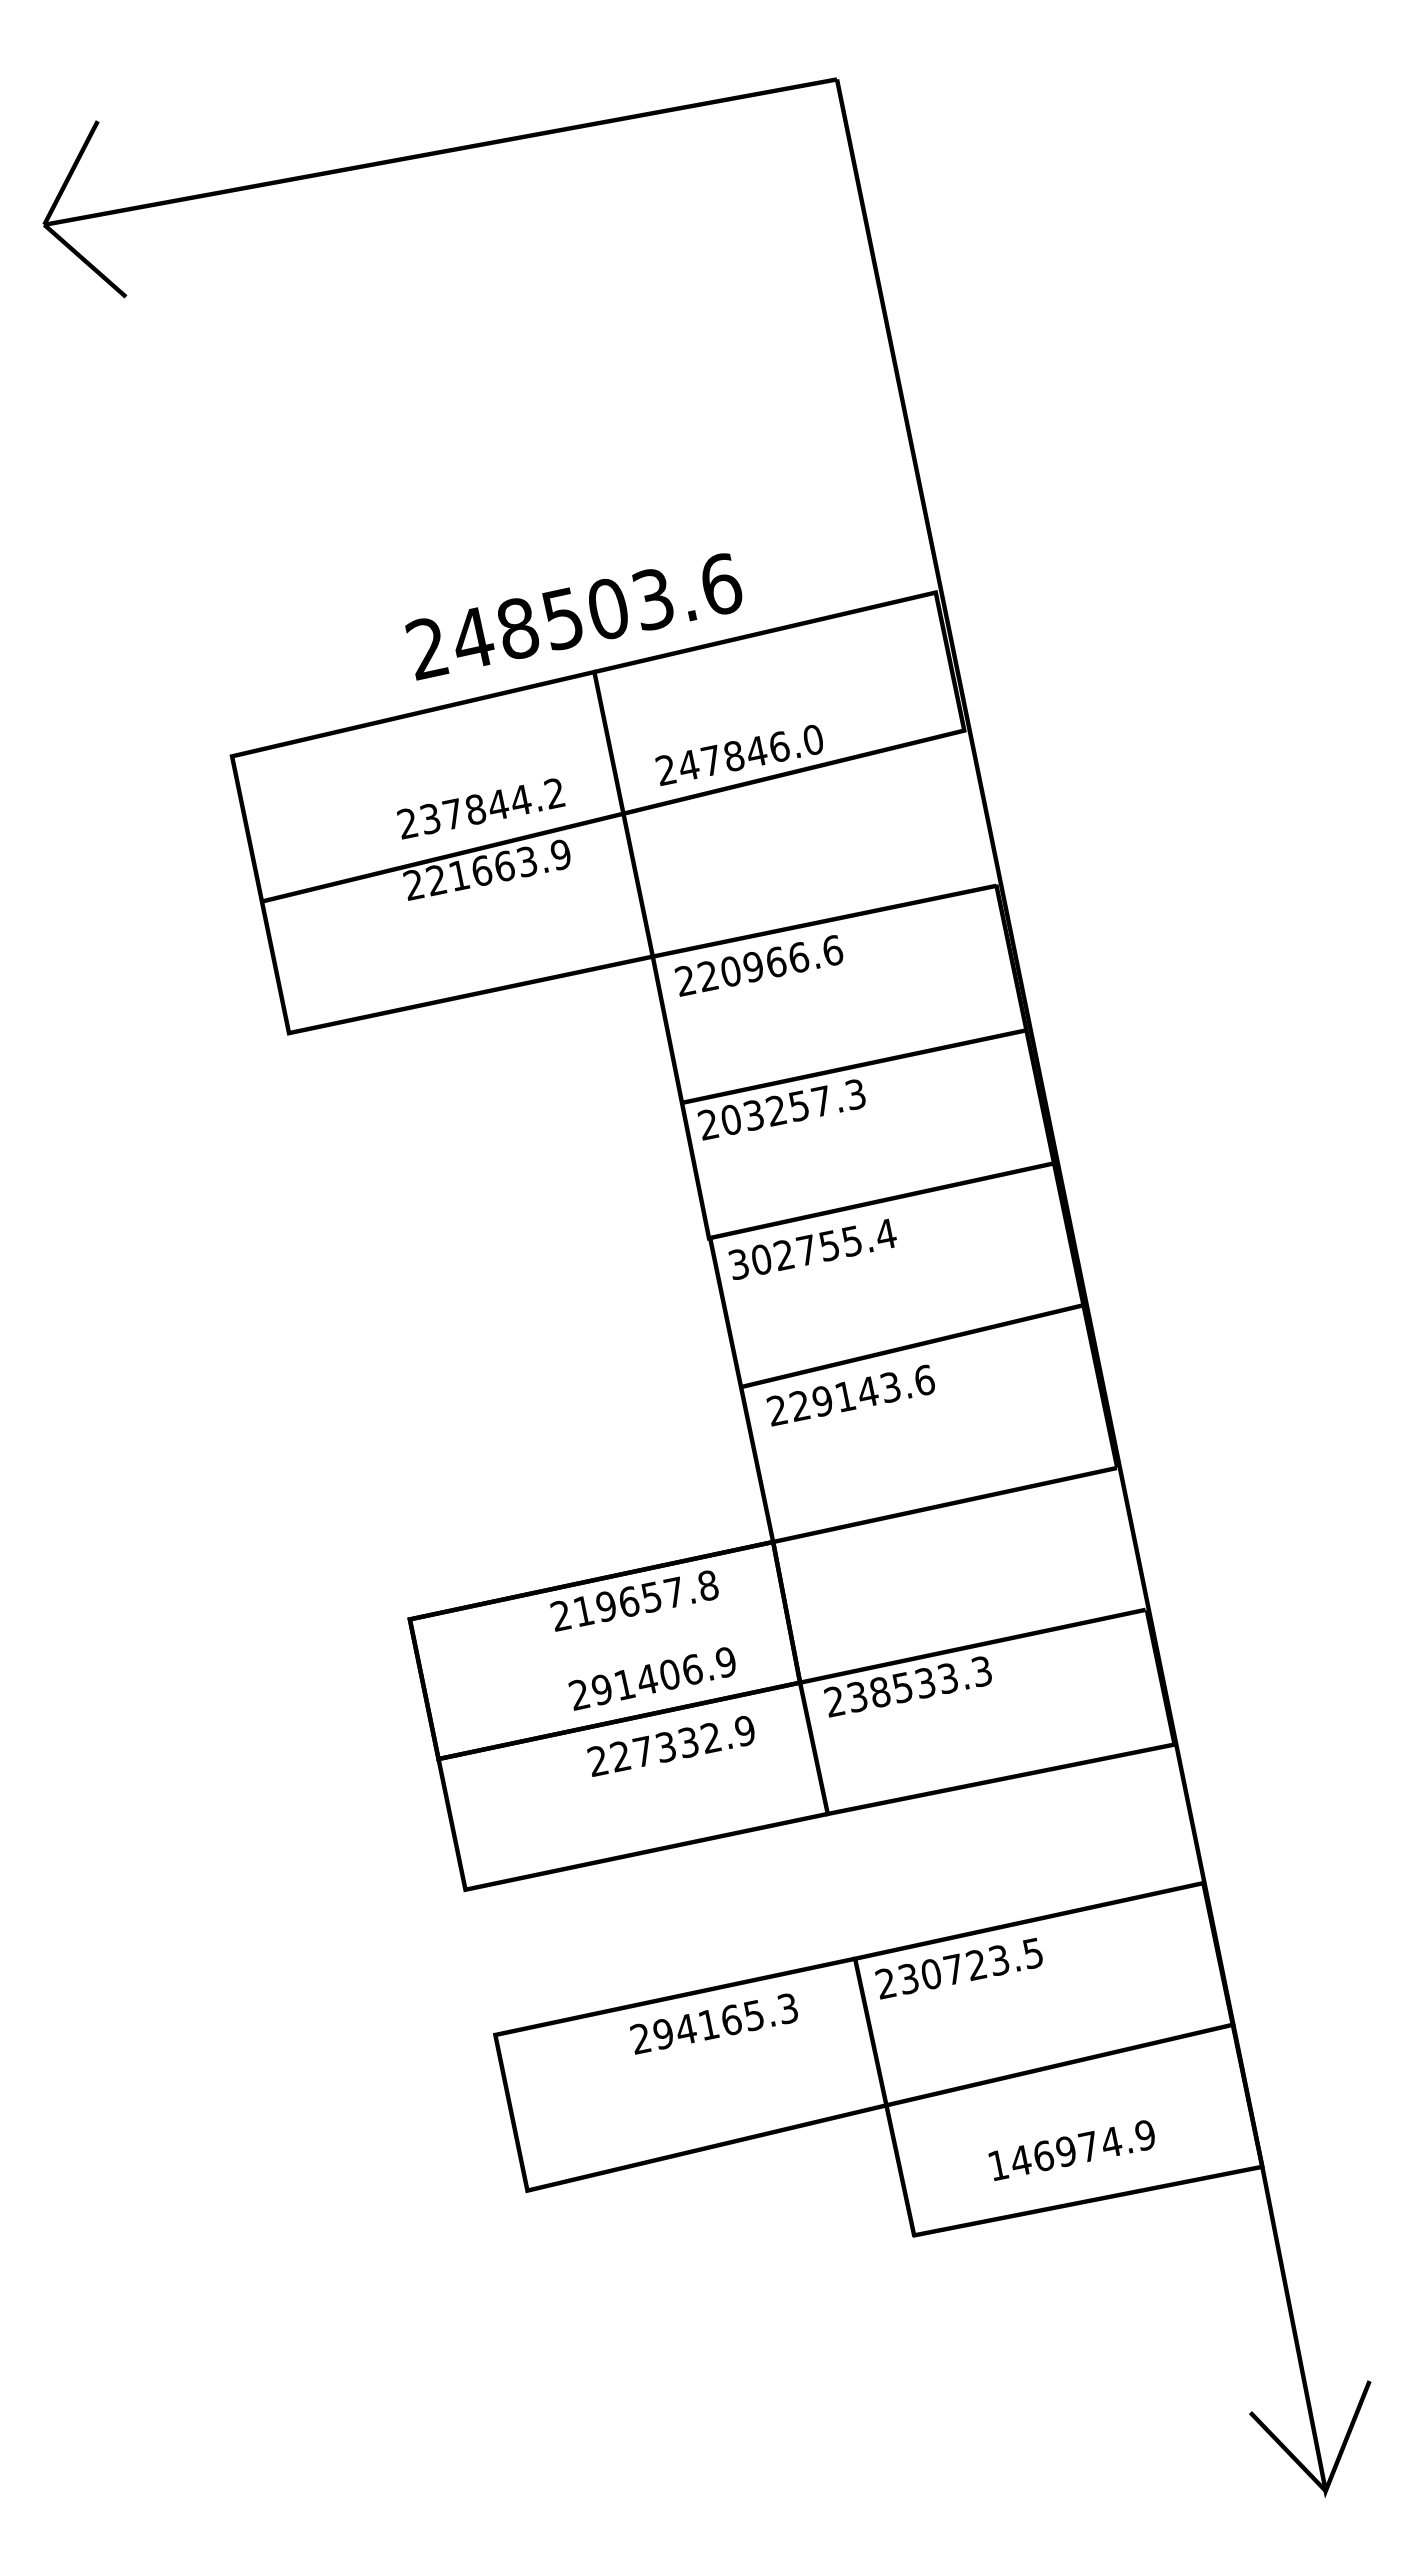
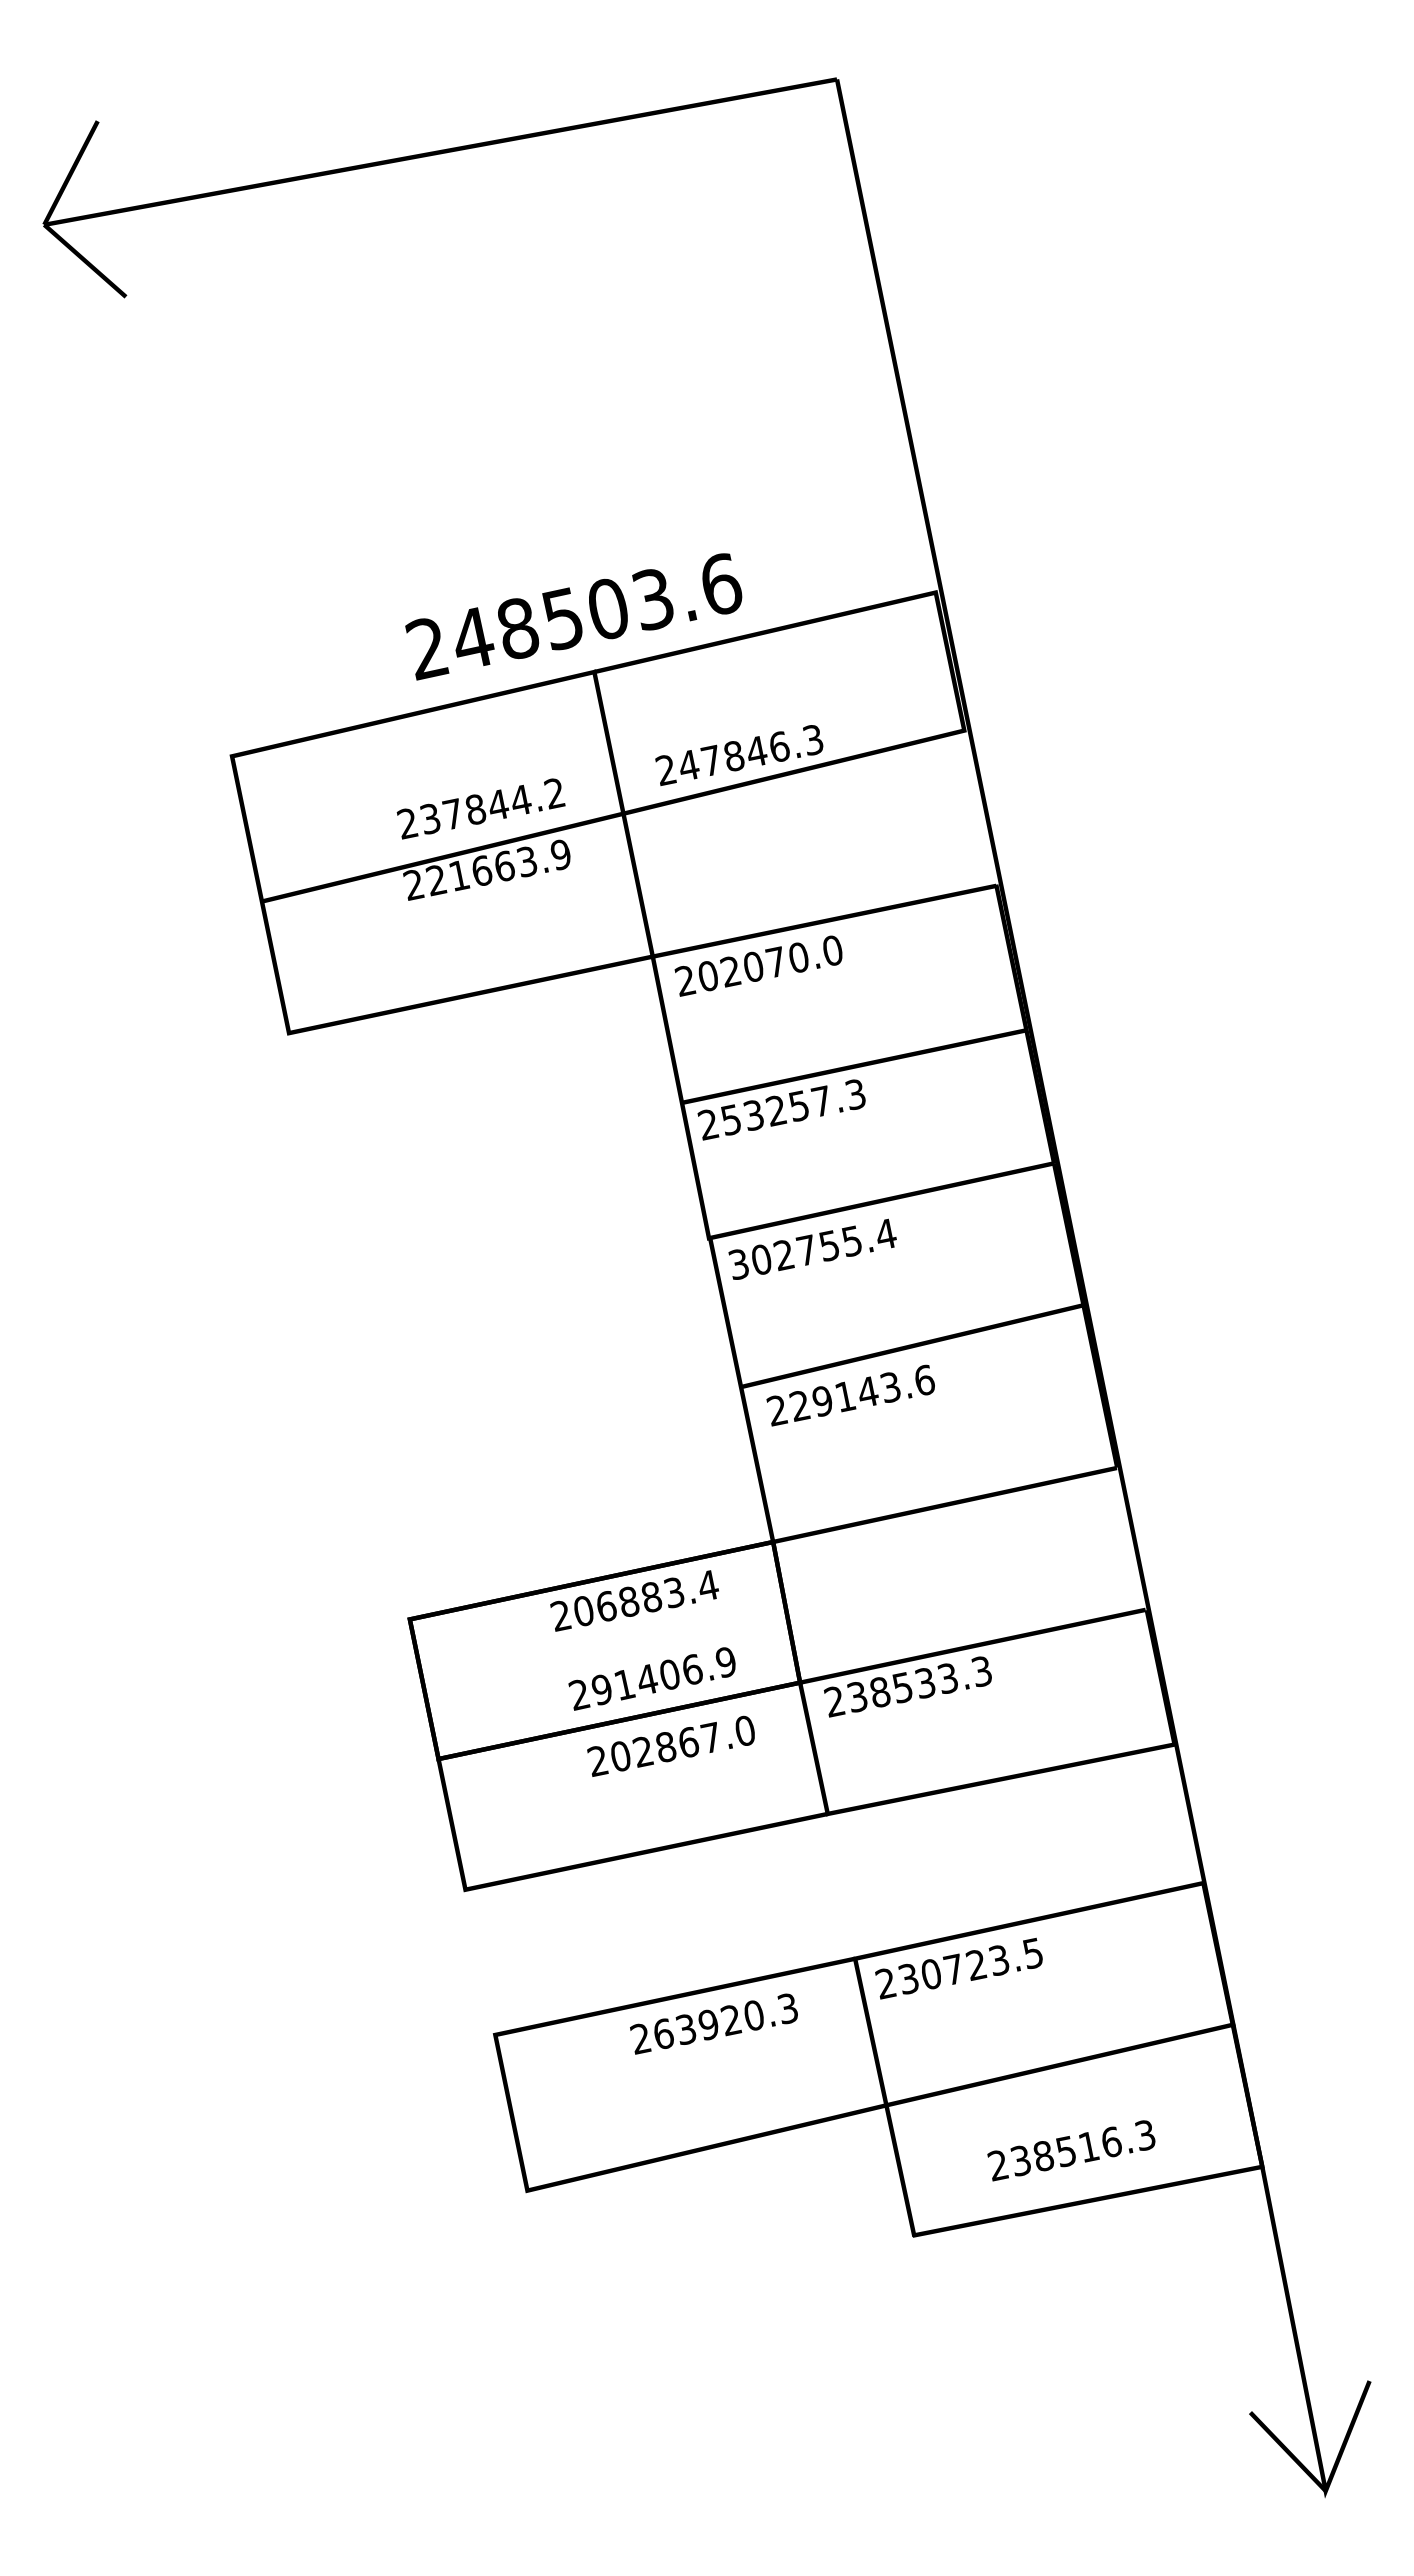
text at (813, 740): 247846.0 -> 247846.3
text at (770, 963): 220966.6 -> 202070.0
text at (730, 1119): 203257.3 -> 253257.3
text at (646, 1598): 219657.8 -> 206883.4
text at (681, 1744): 227332.9 -> 202867.0
text at (708, 2024): 294165.3 -> 263920.3
text at (1071, 2150): 146974.9 -> 238516.3
